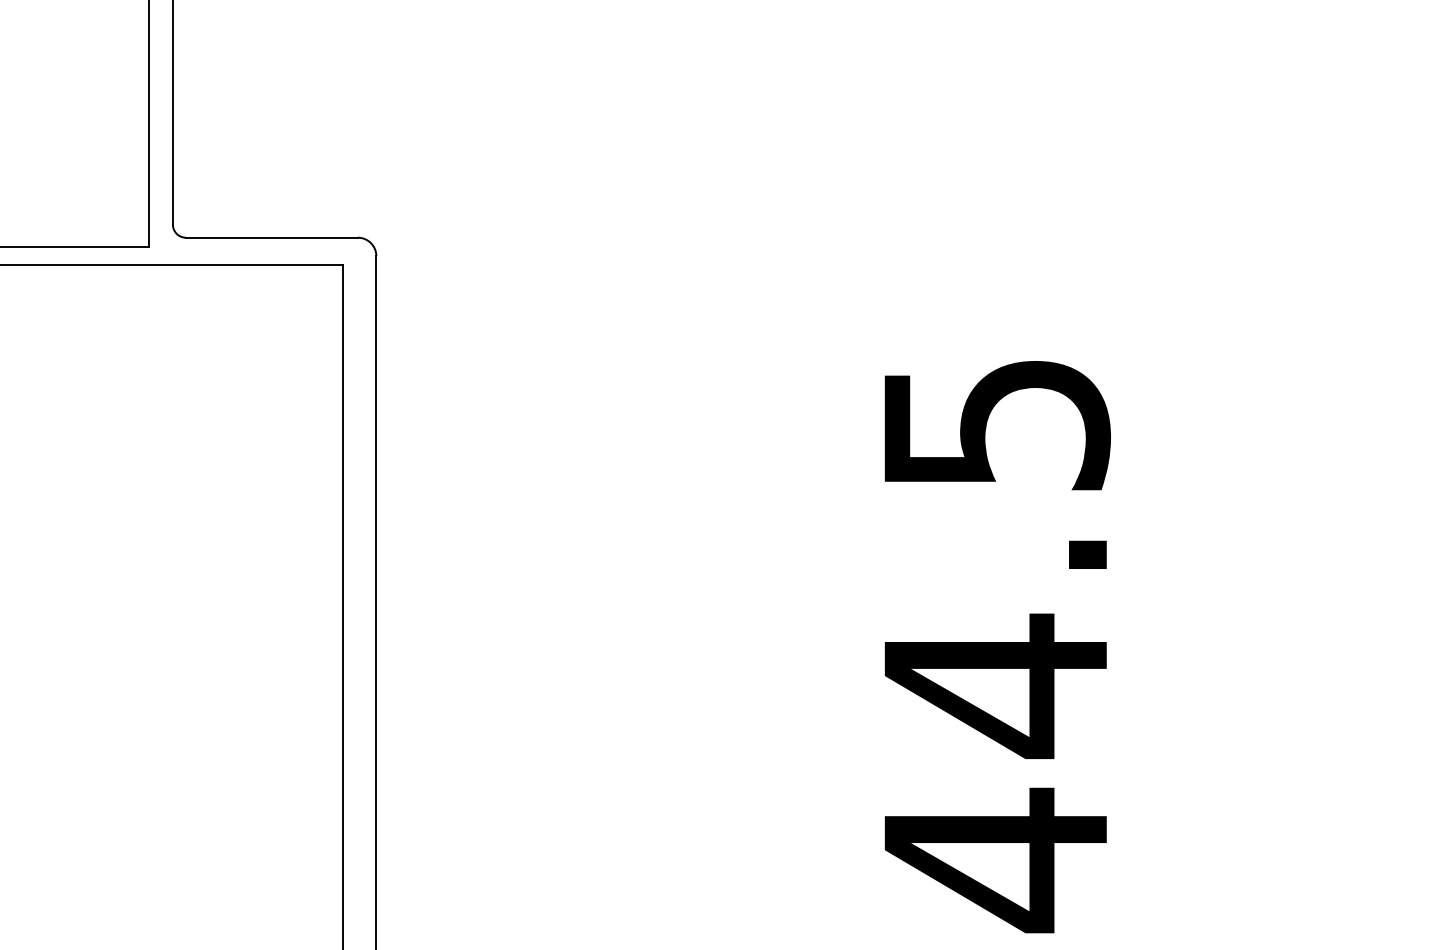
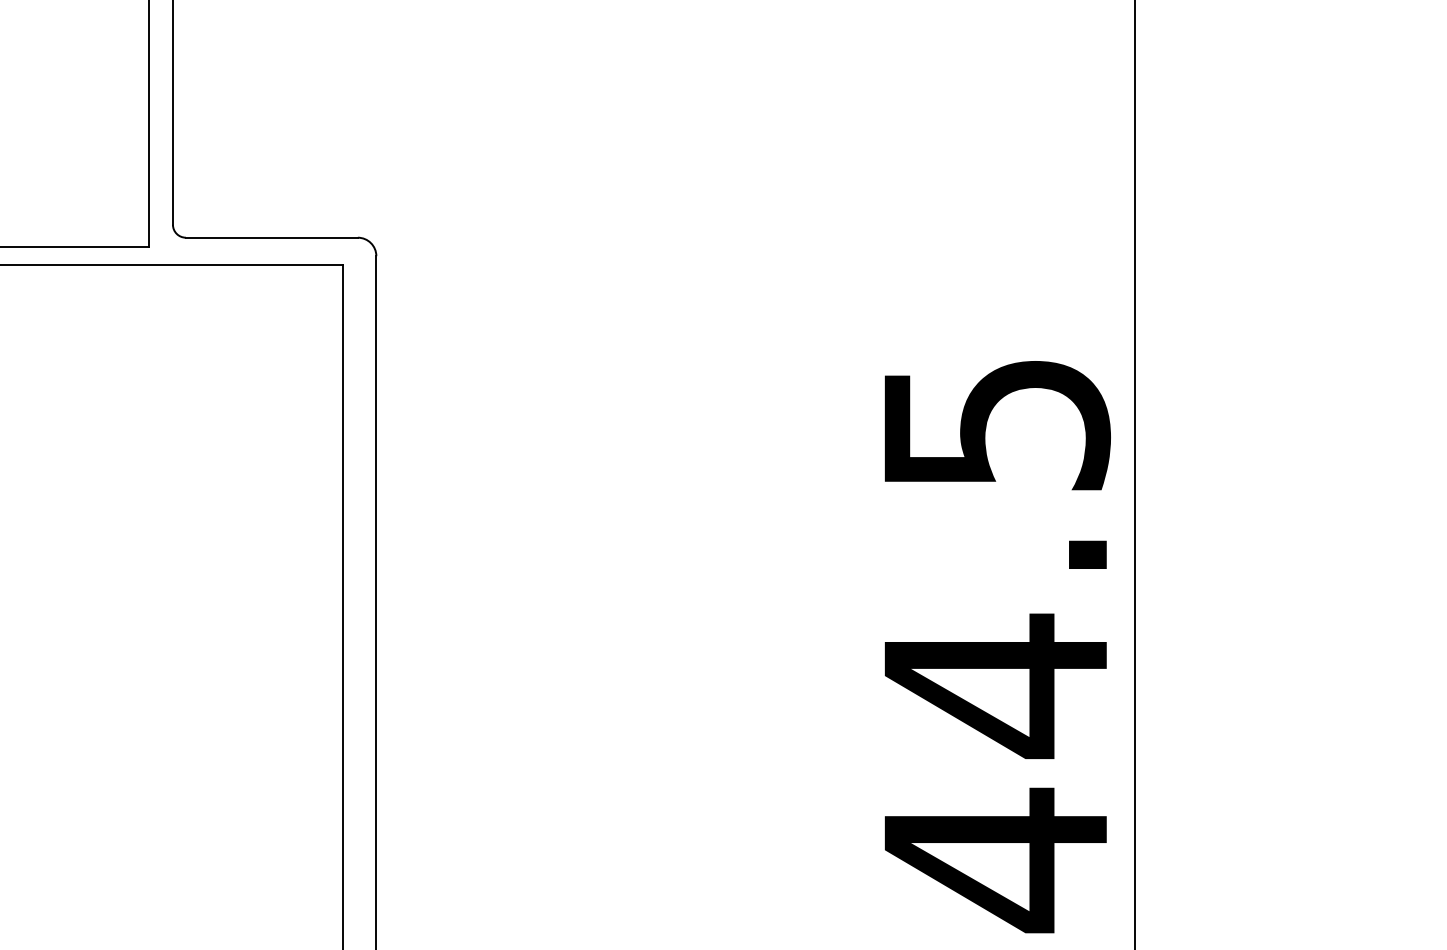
line at (1134, 474): none -> present
